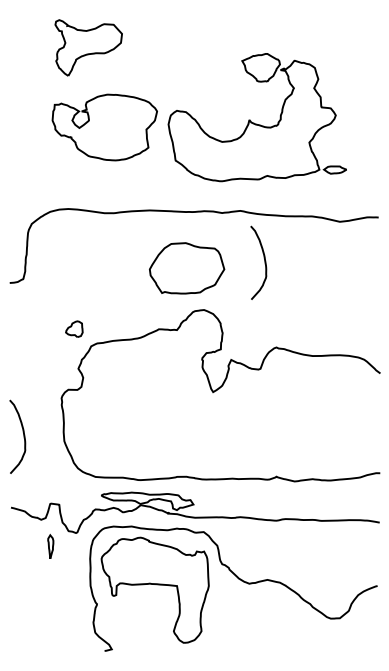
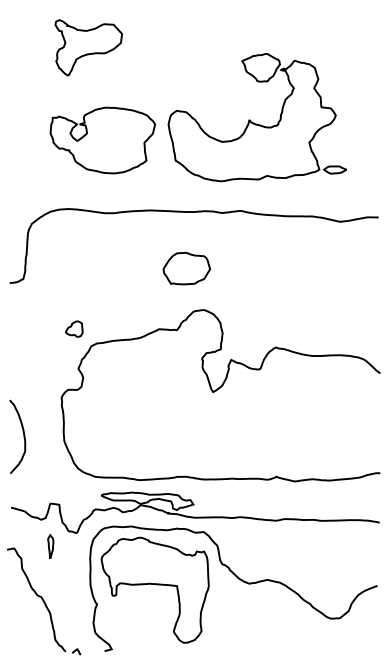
part at (104, 127) position: (104, 127) -> (102, 140)
curve at (264, 262): present -> none
part at (187, 268) size: 77x53 px -> 49x34 px
part at (44, 601): none -> present
